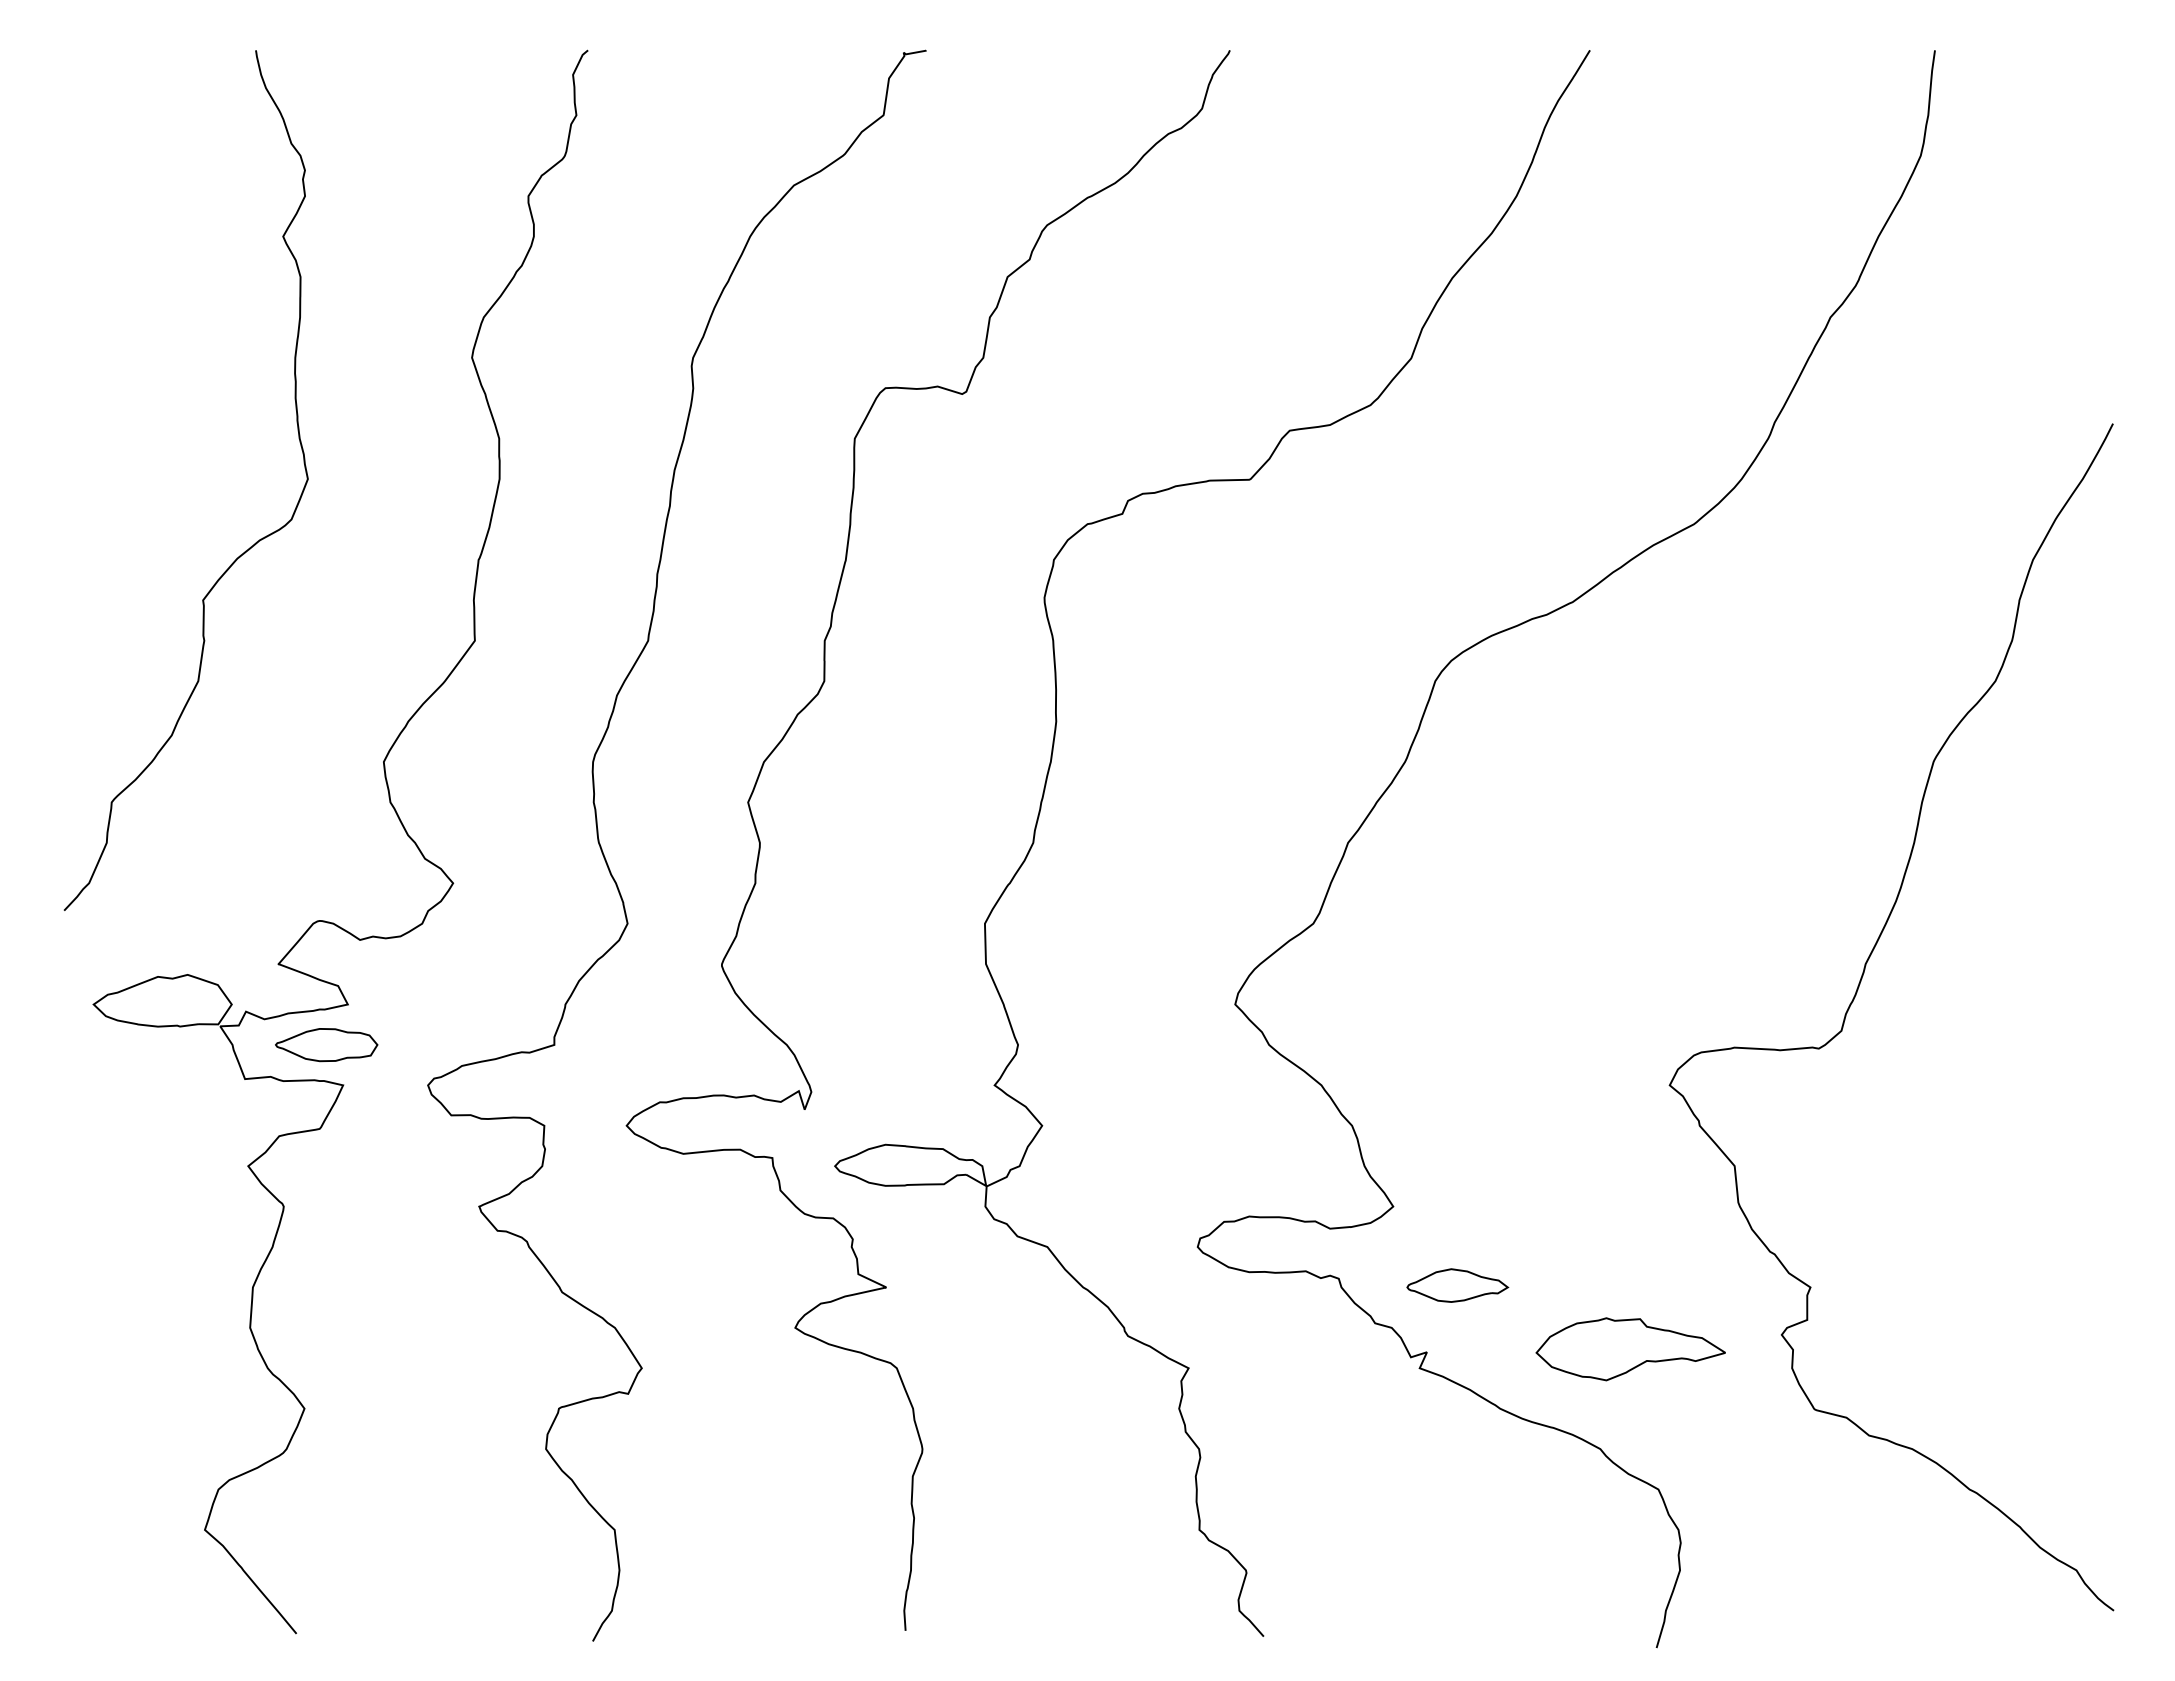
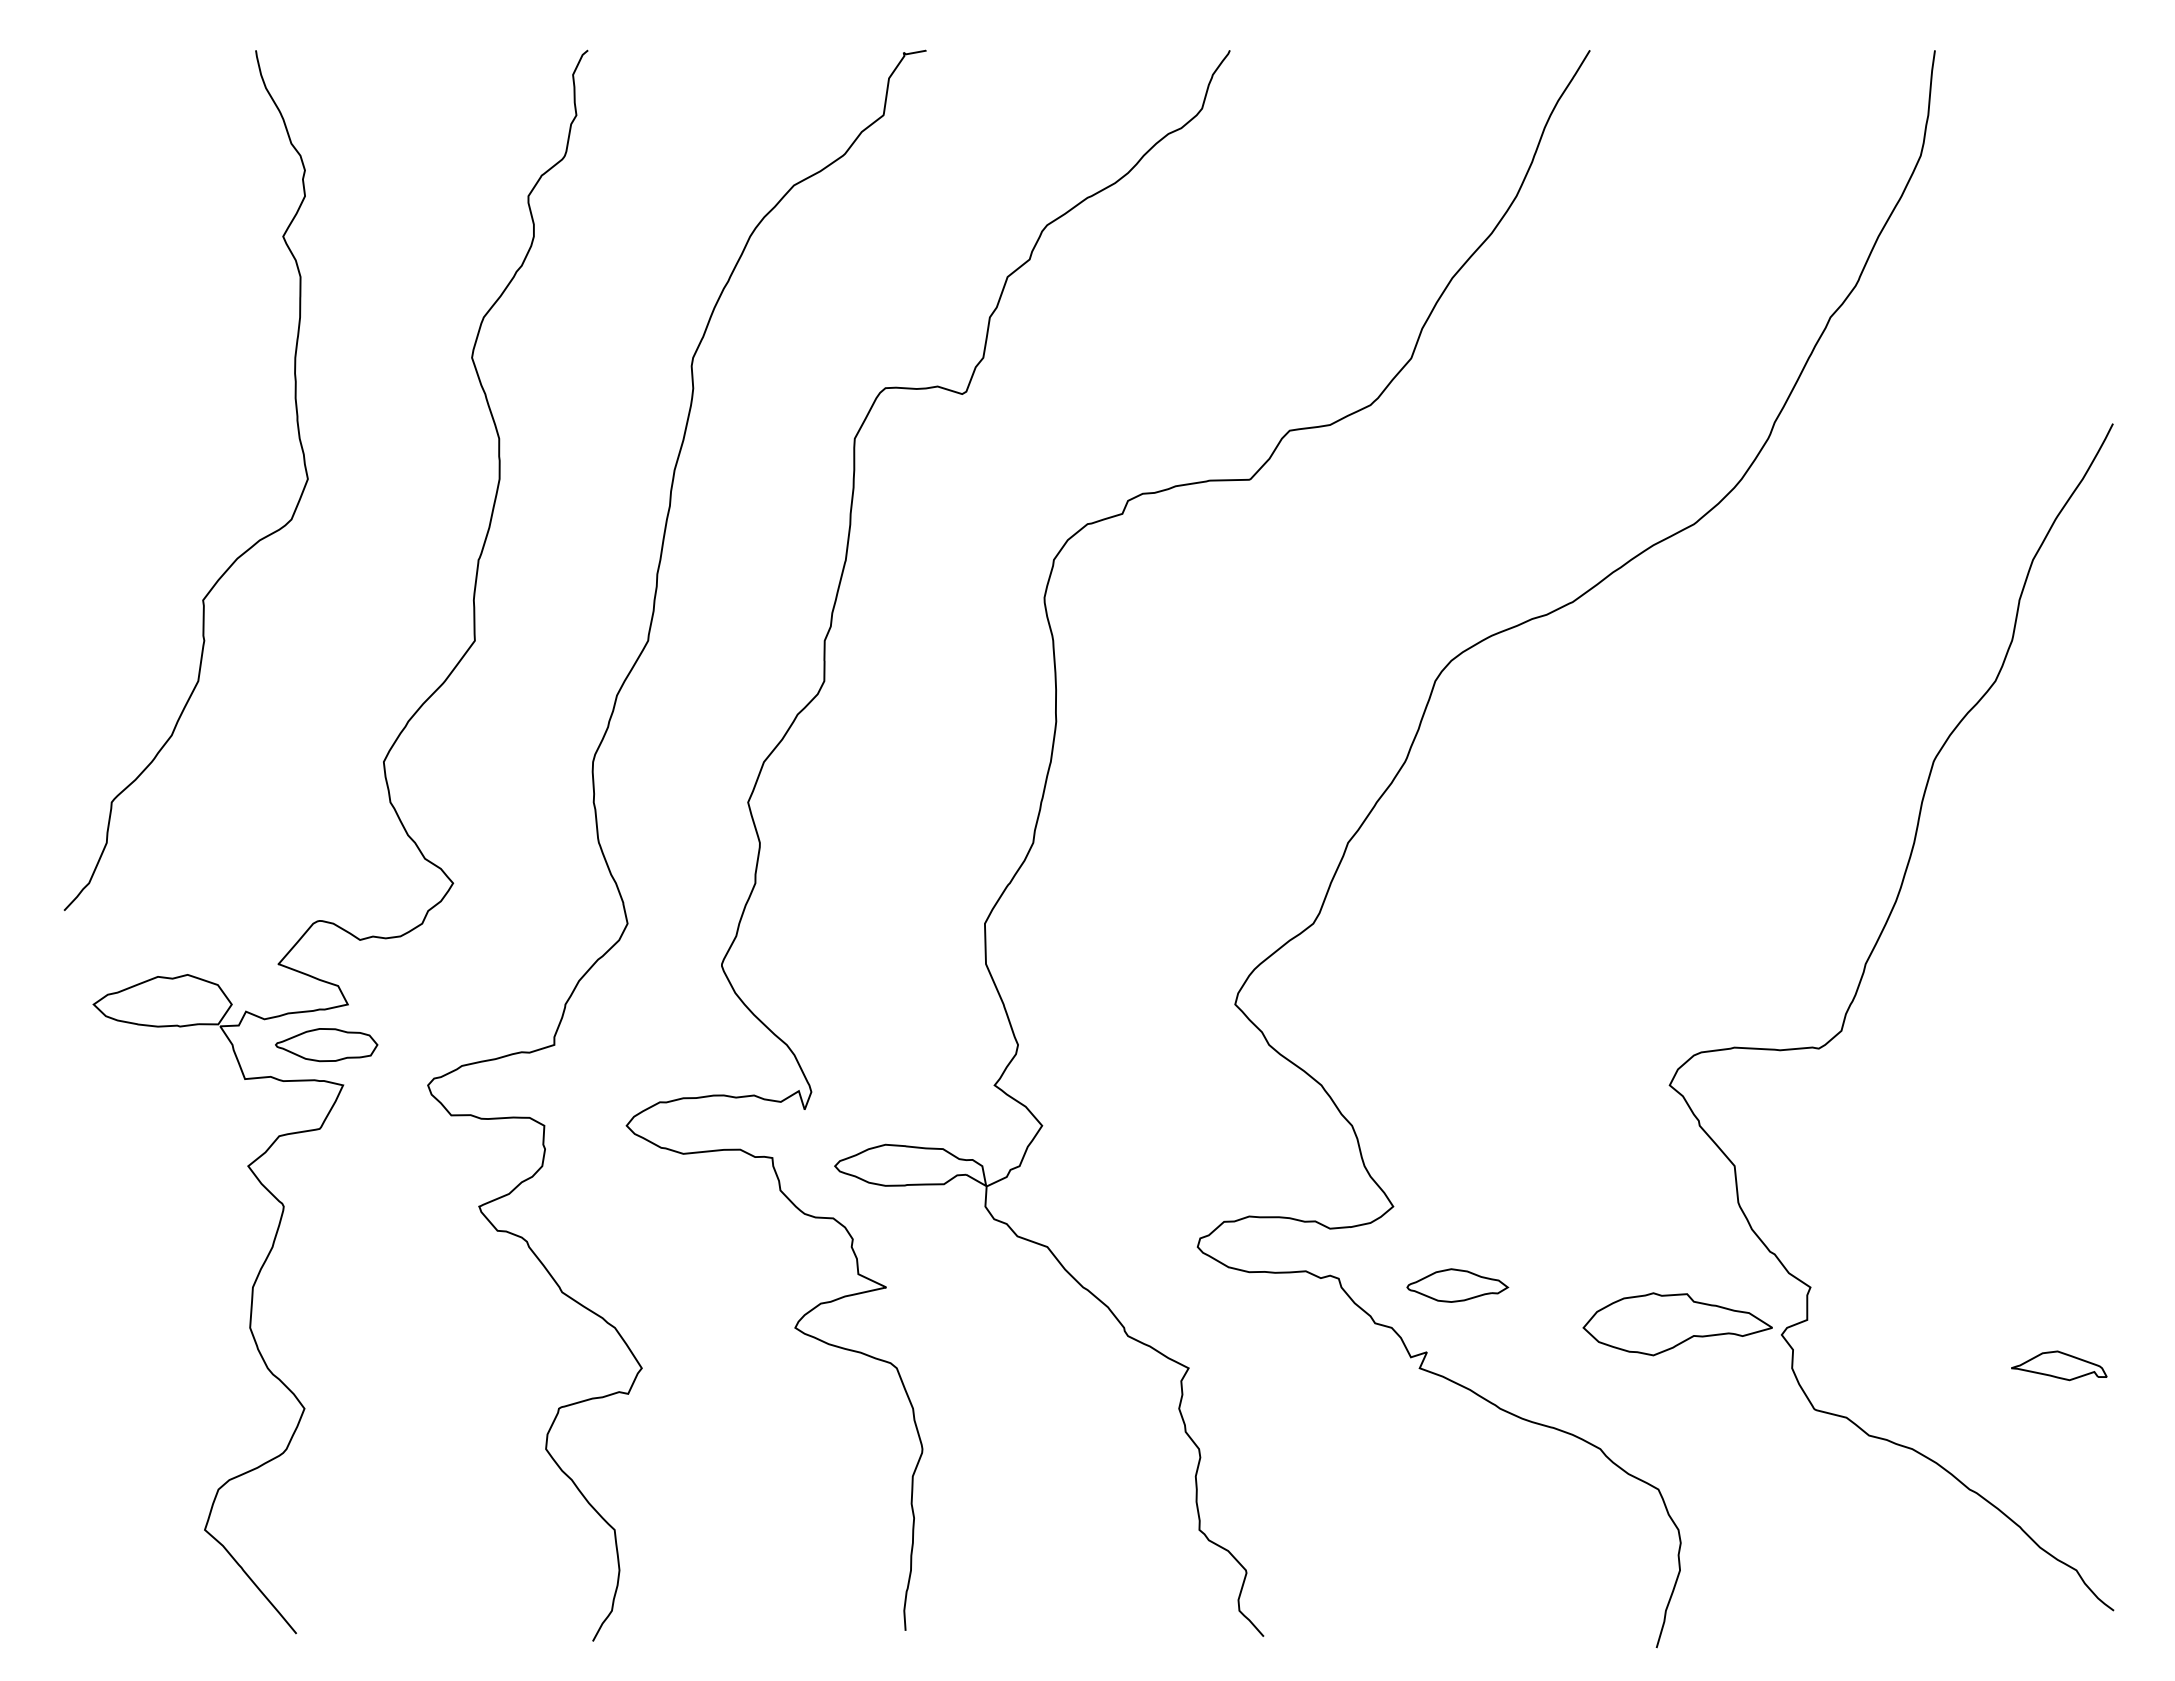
part at (1630, 1349) position: (1630, 1349) -> (1677, 1324)
part at (2059, 1365): none -> present
